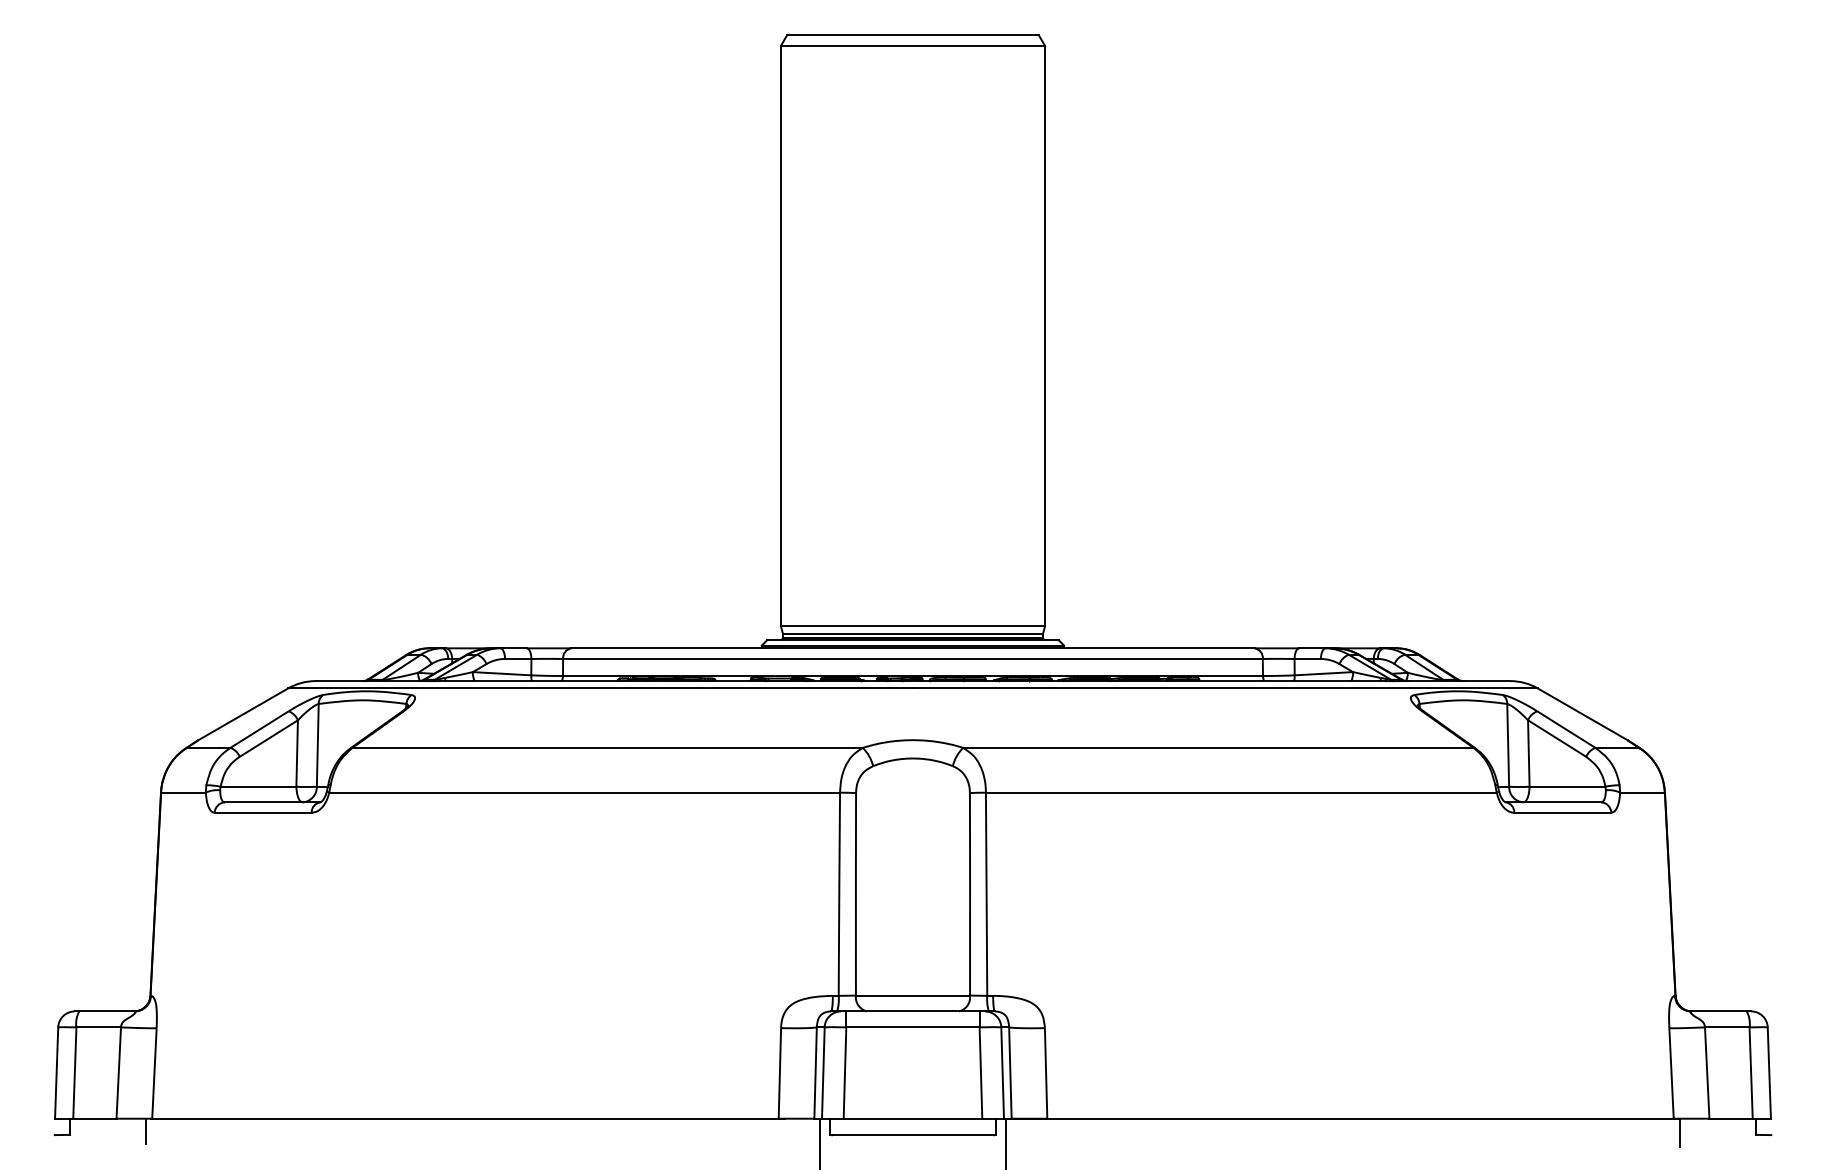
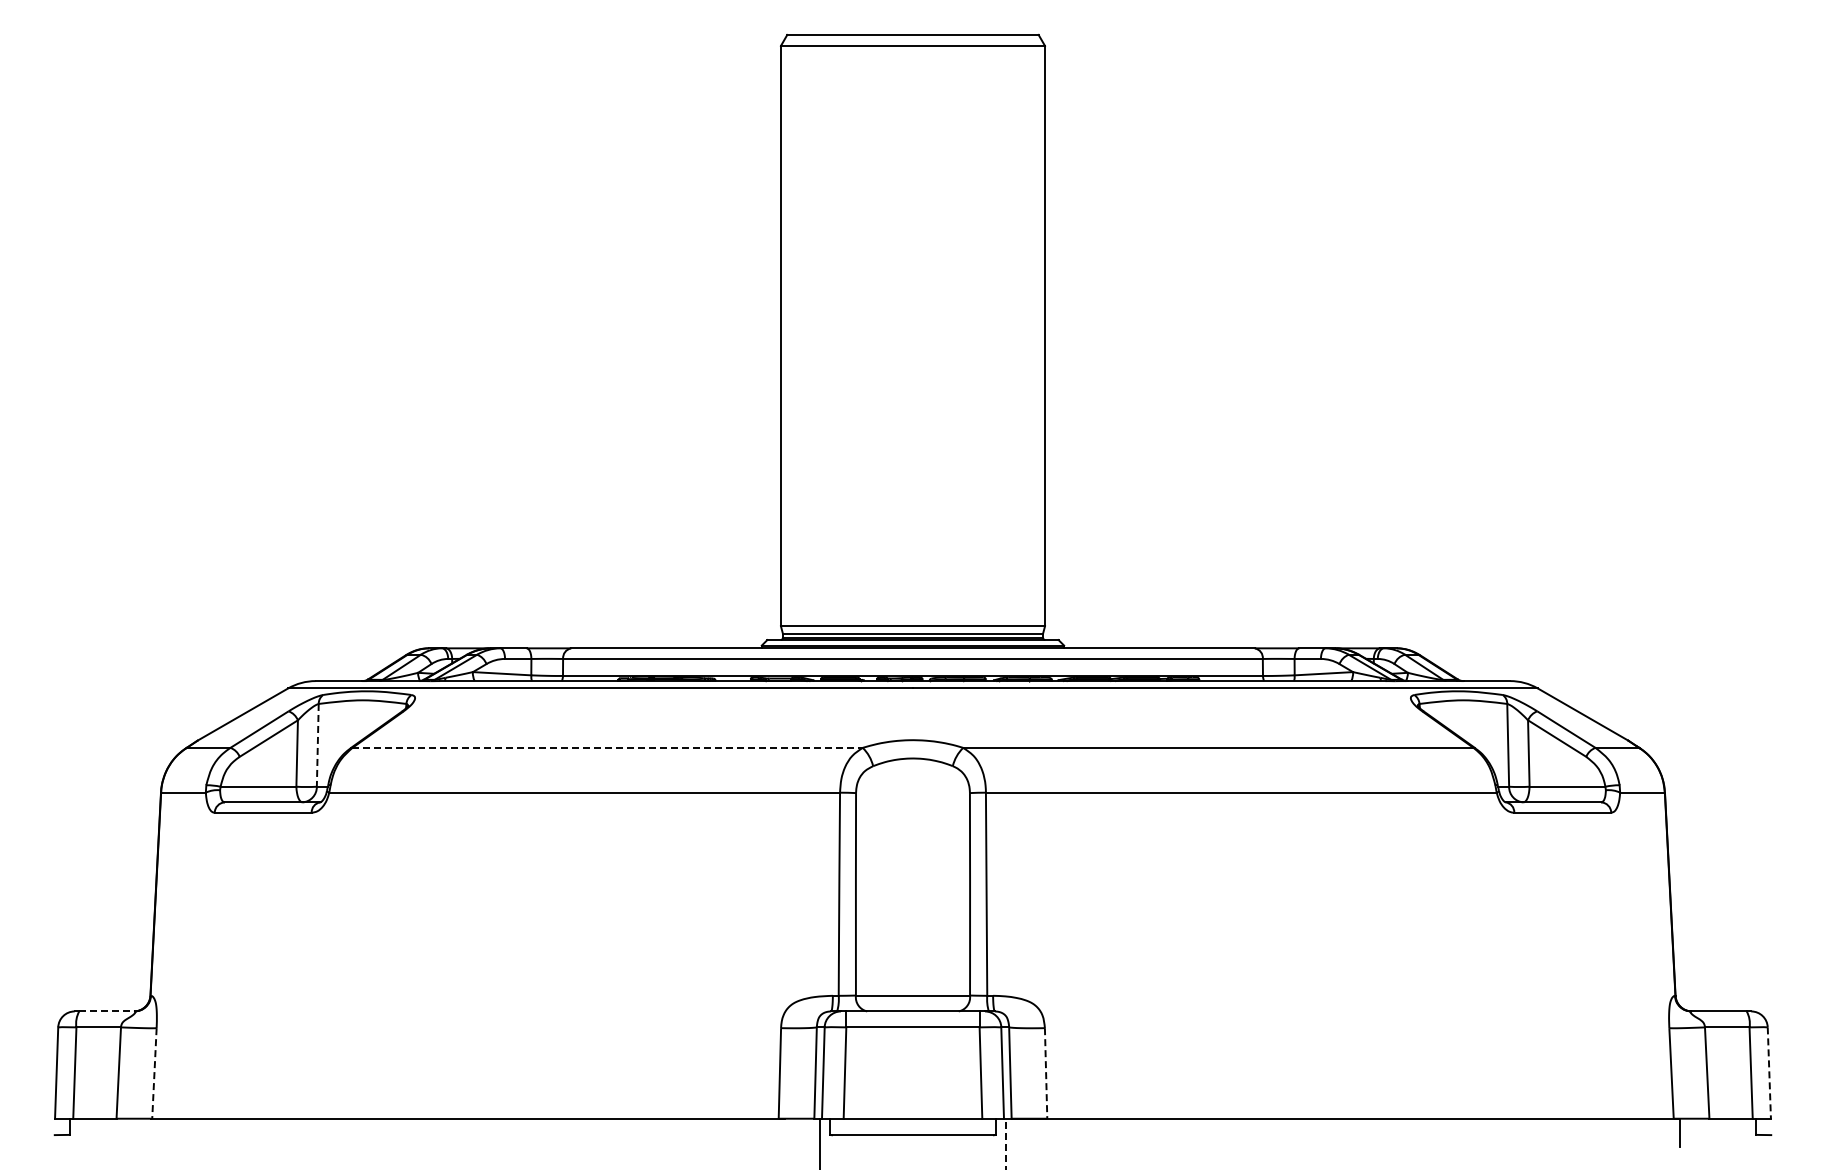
line at (317, 745): solid -> dashed
line at (608, 747): solid -> dashed
line at (107, 1011): solid -> dashed
line at (1769, 1073): solid -> dashed
line at (154, 1074): solid -> dashed
line at (1046, 1074): solid -> dashed
line at (145, 1130): present -> none
line at (1005, 1143): solid -> dashed
